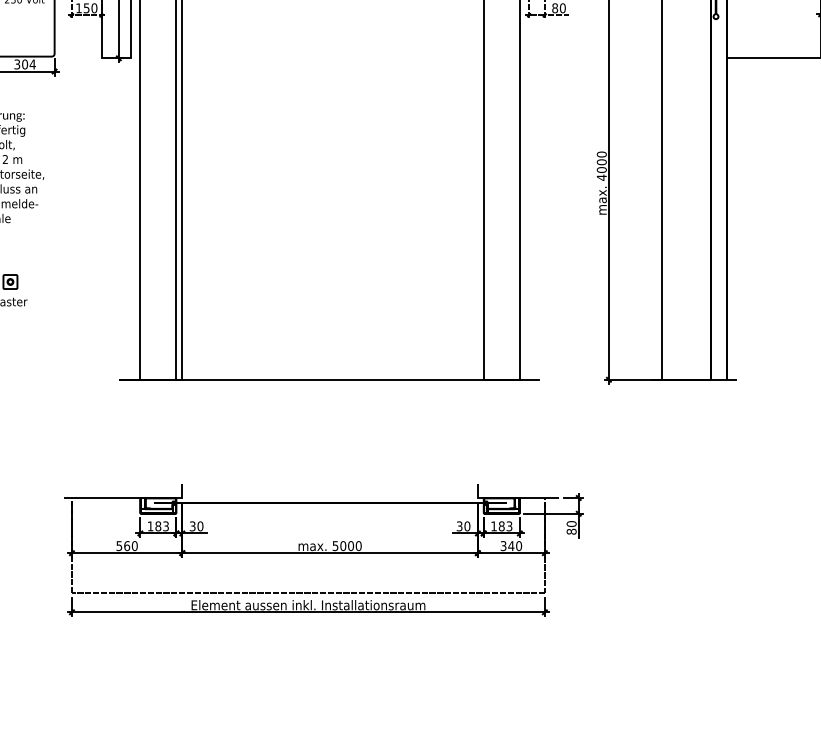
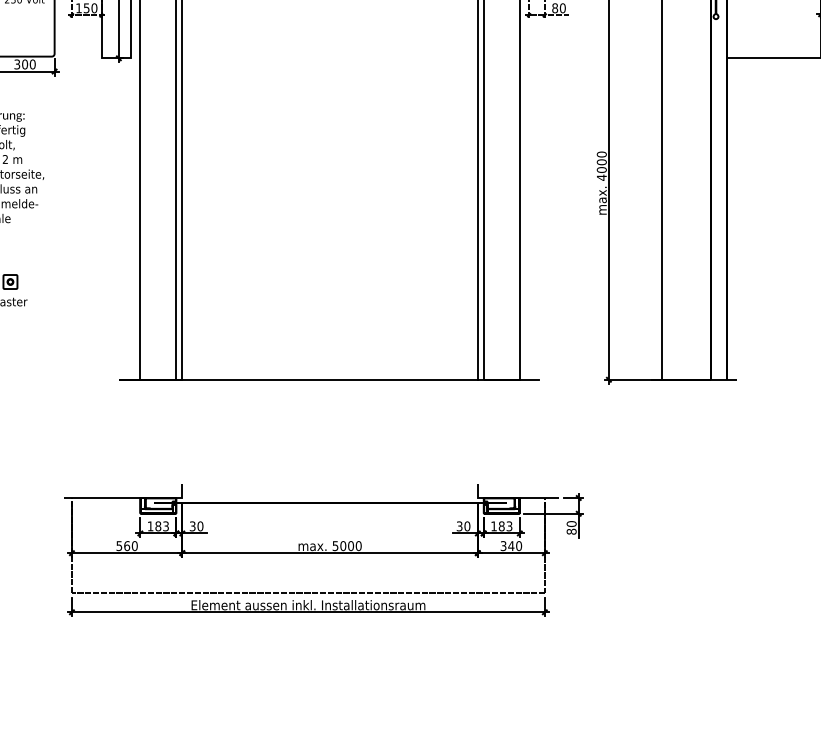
text at (32, 64): 304 -> 300
line at (477, 190): none -> present
